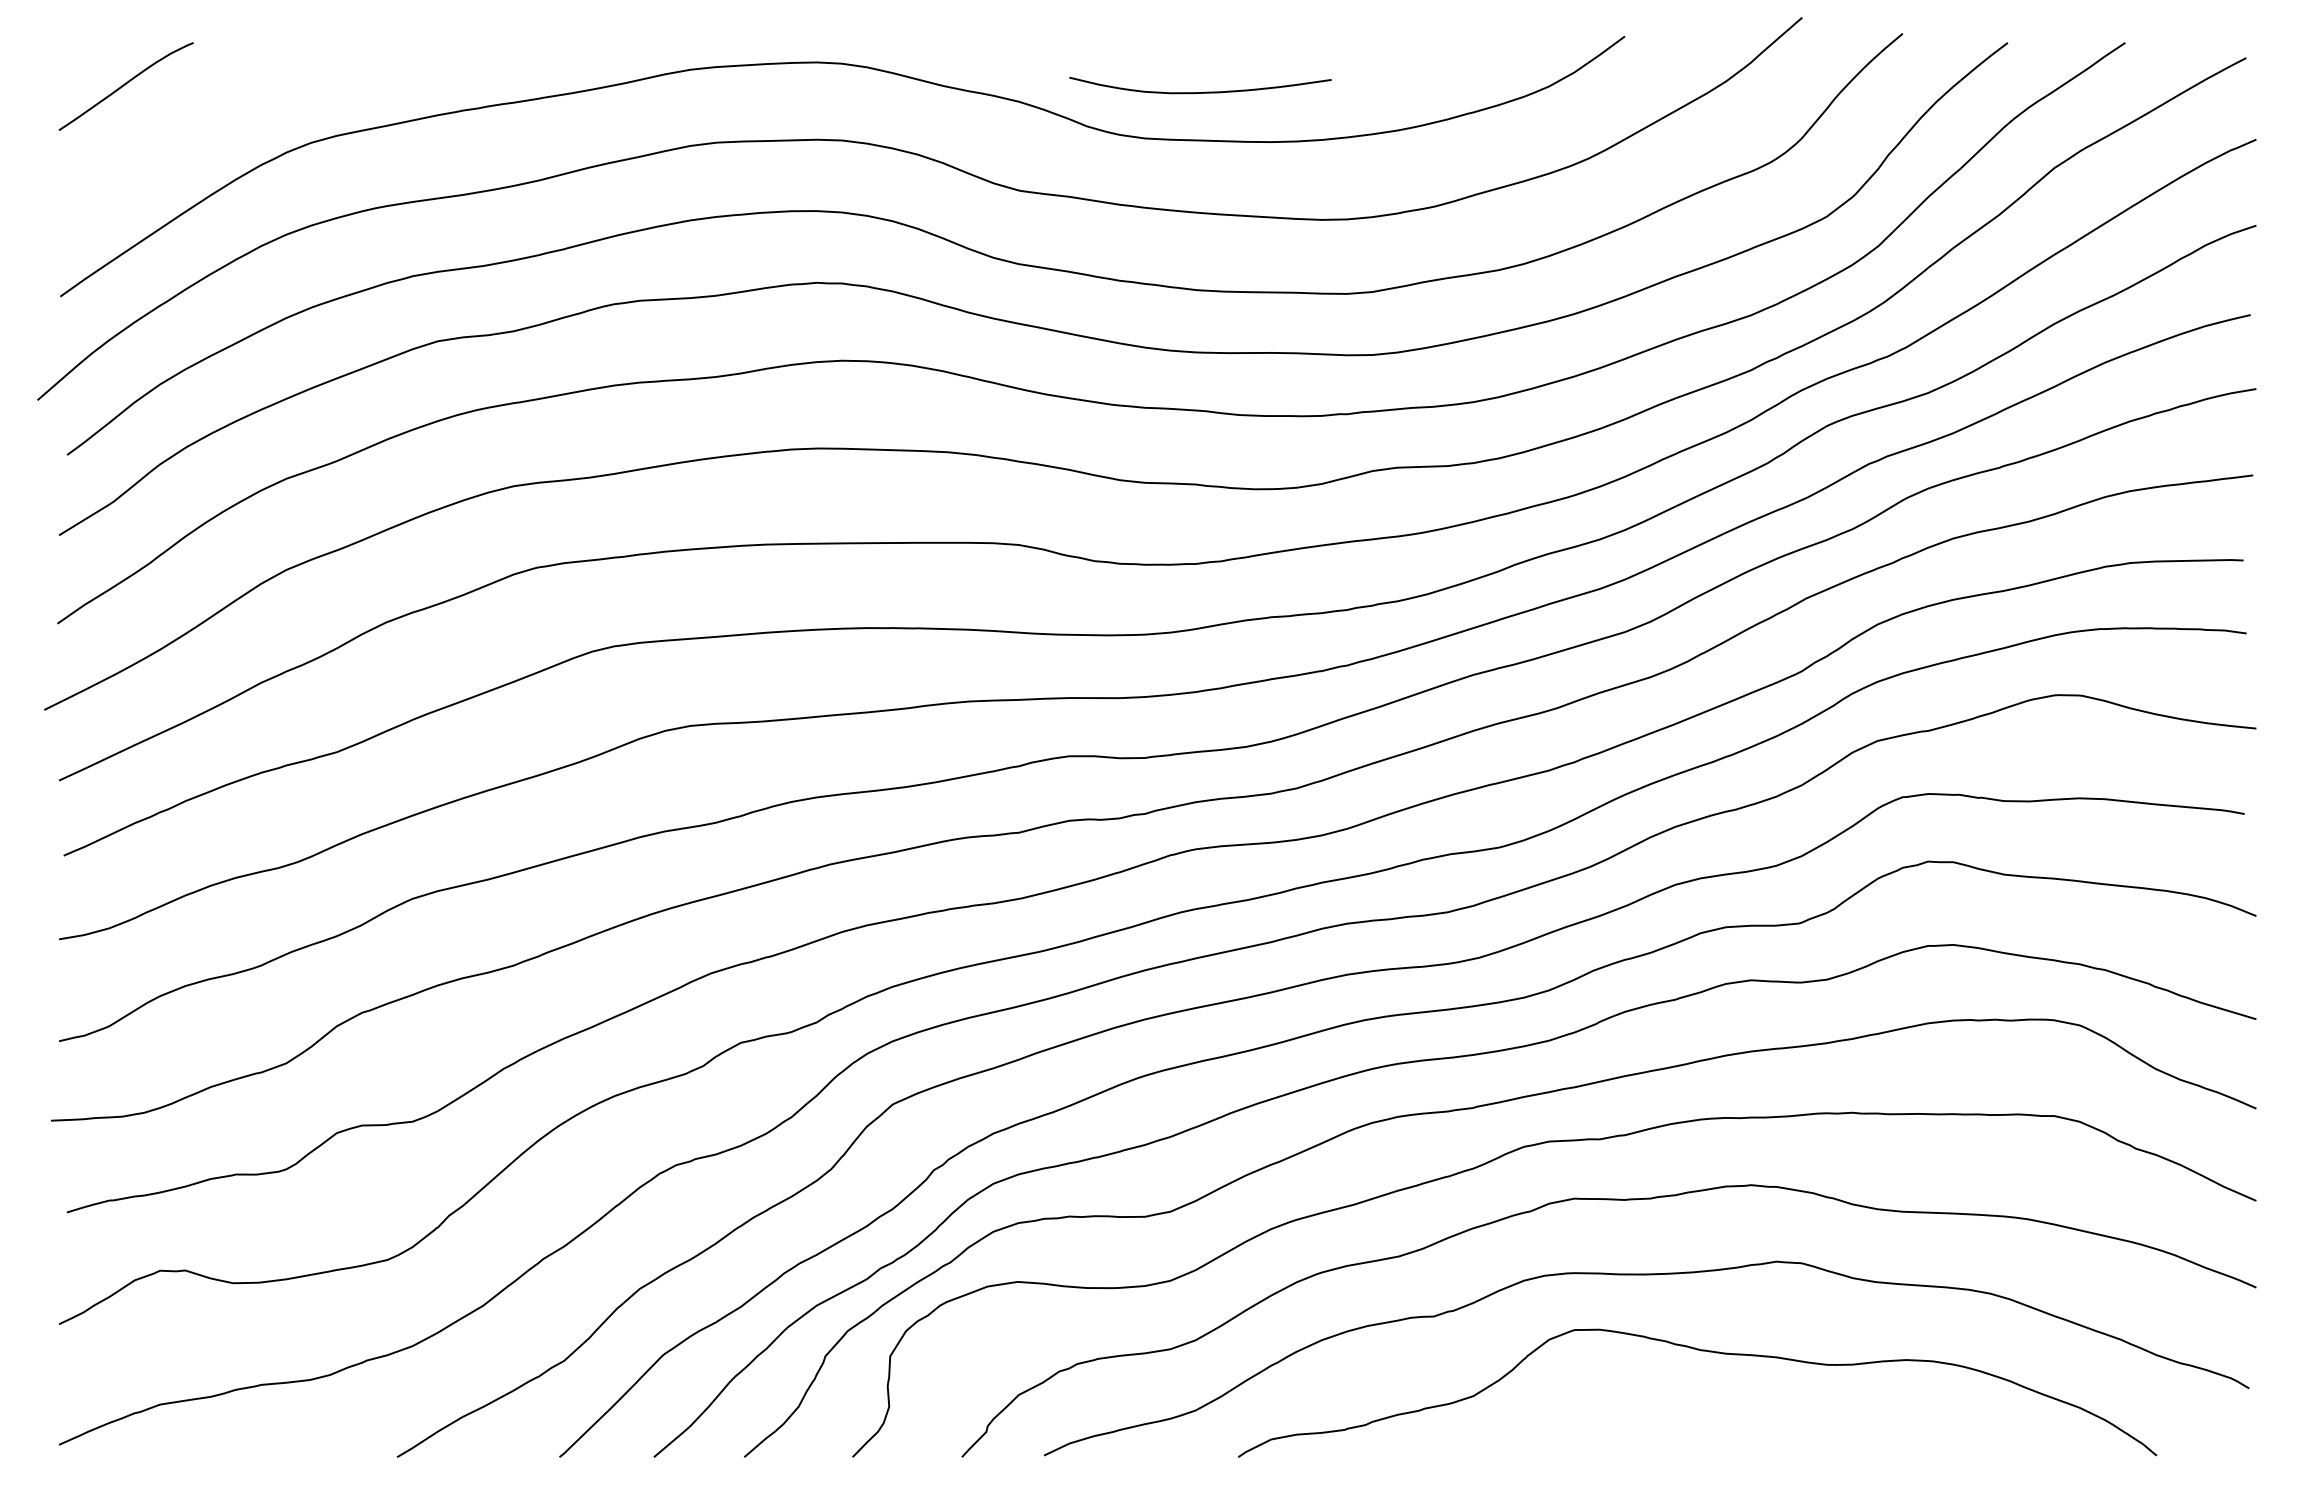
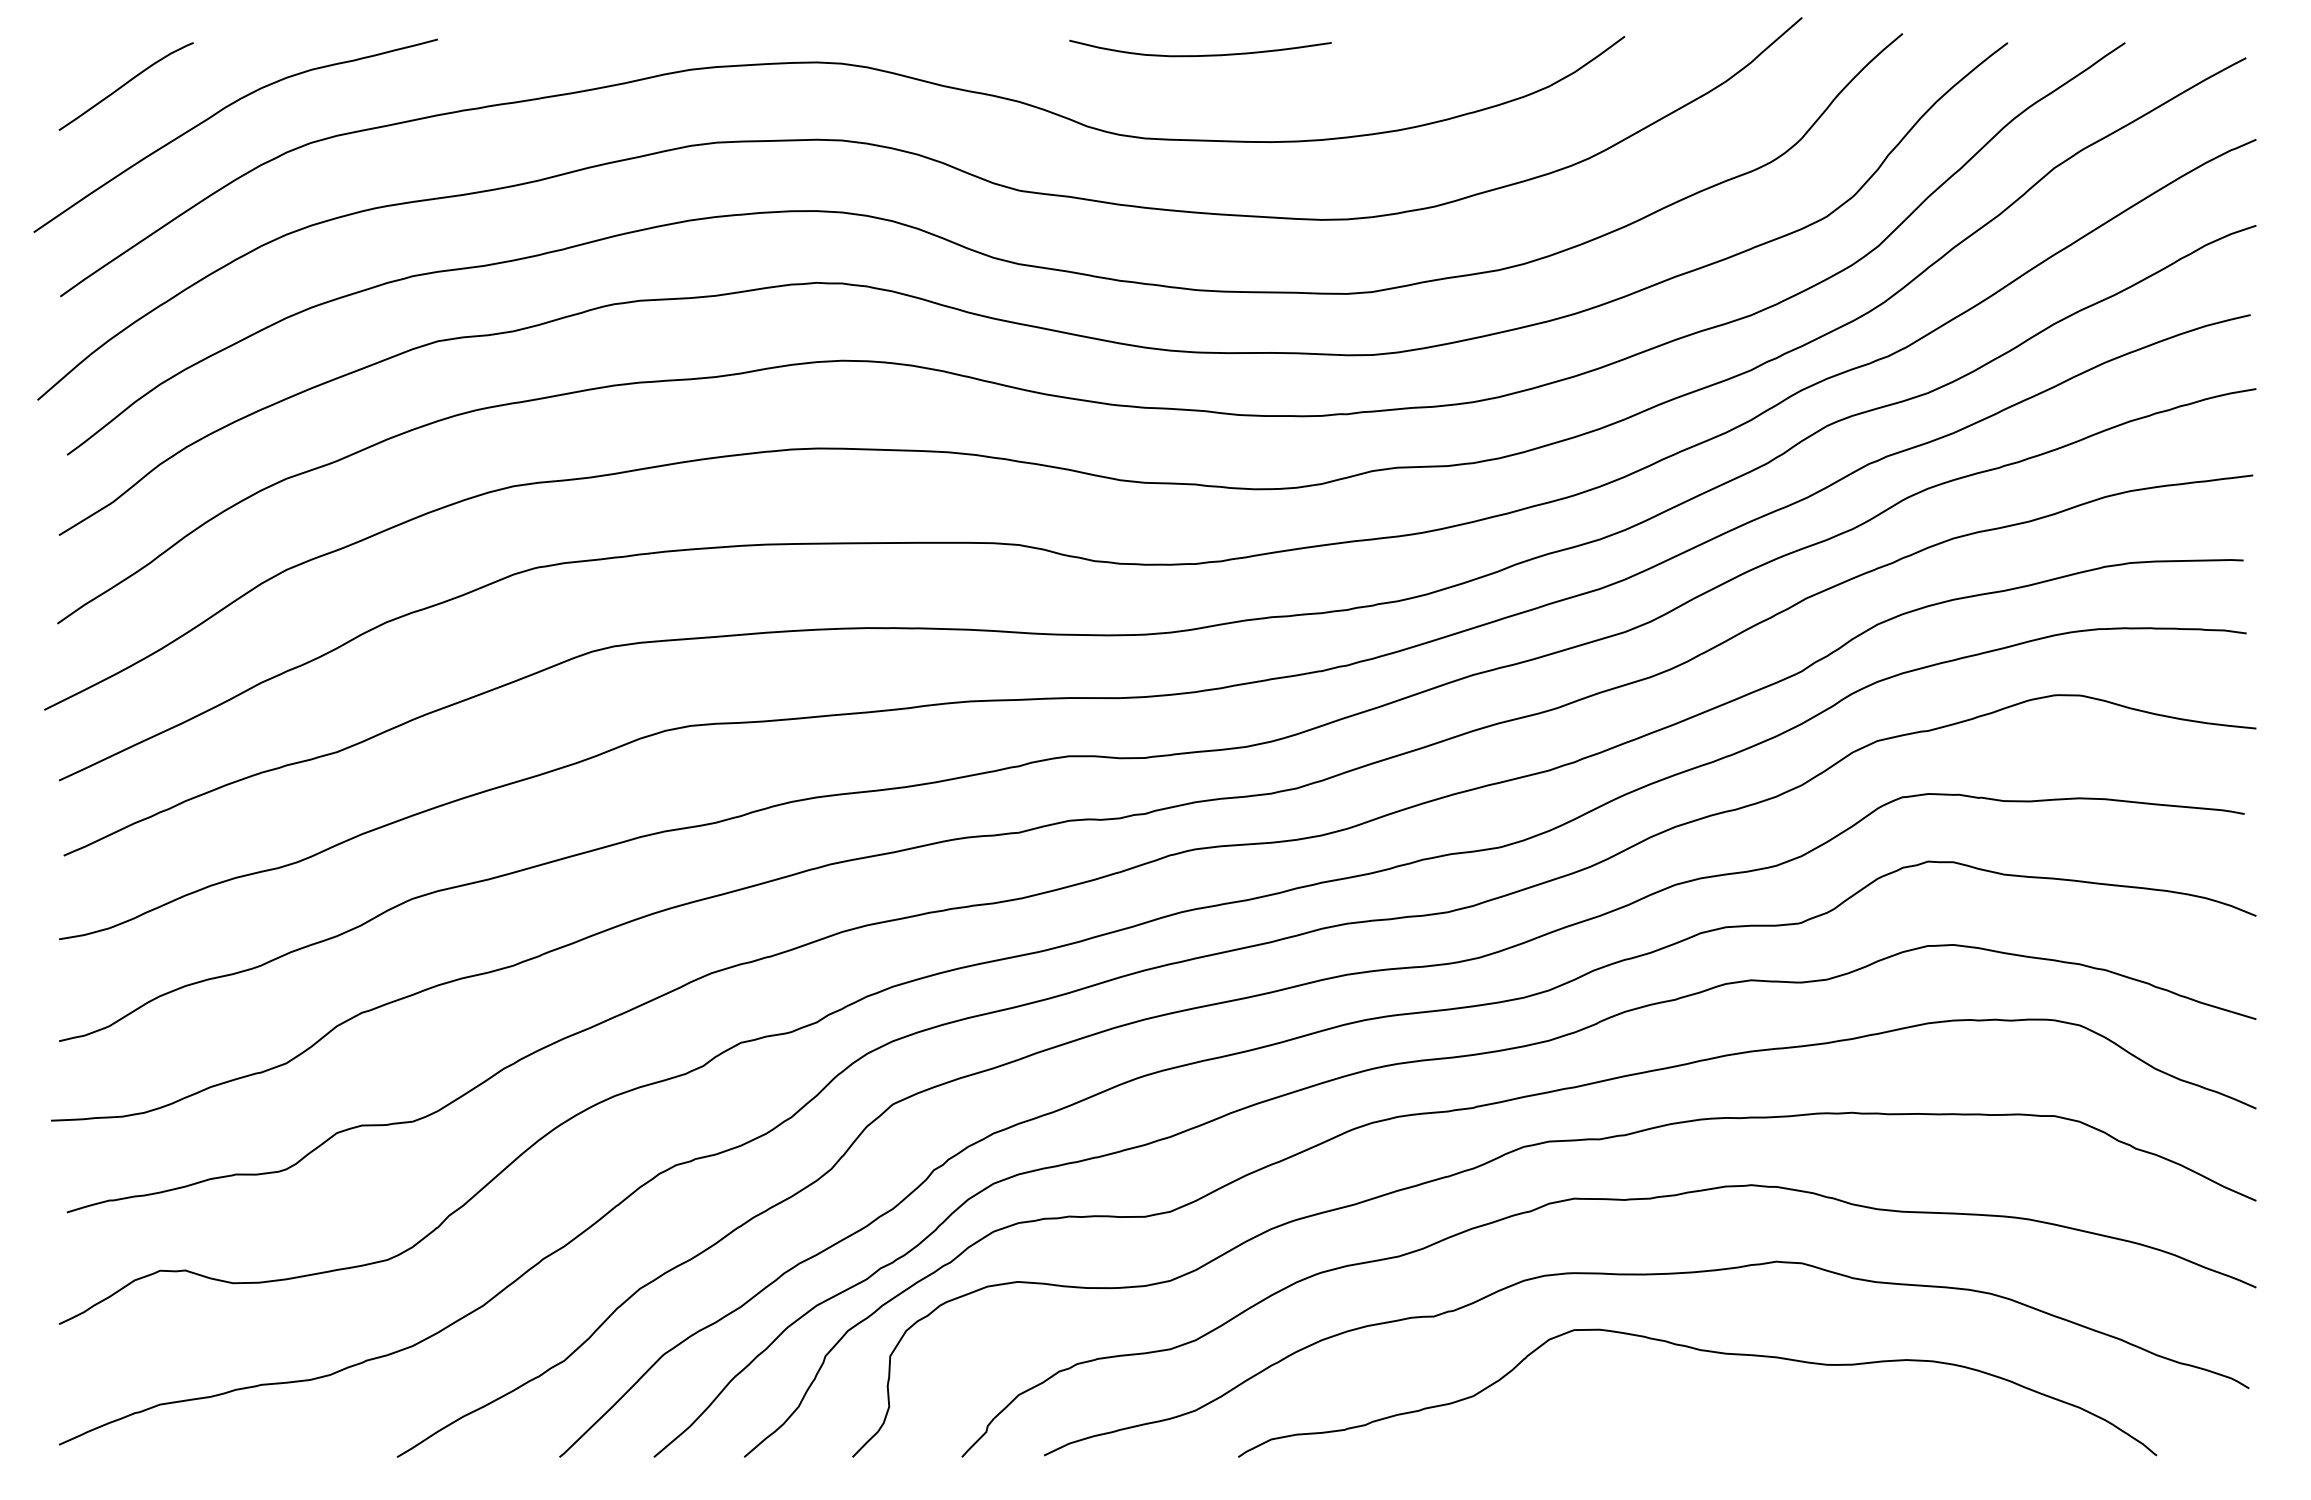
curve at (1200, 92) position: (1200, 92) -> (1200, 55)
curve at (221, 111): none -> present
